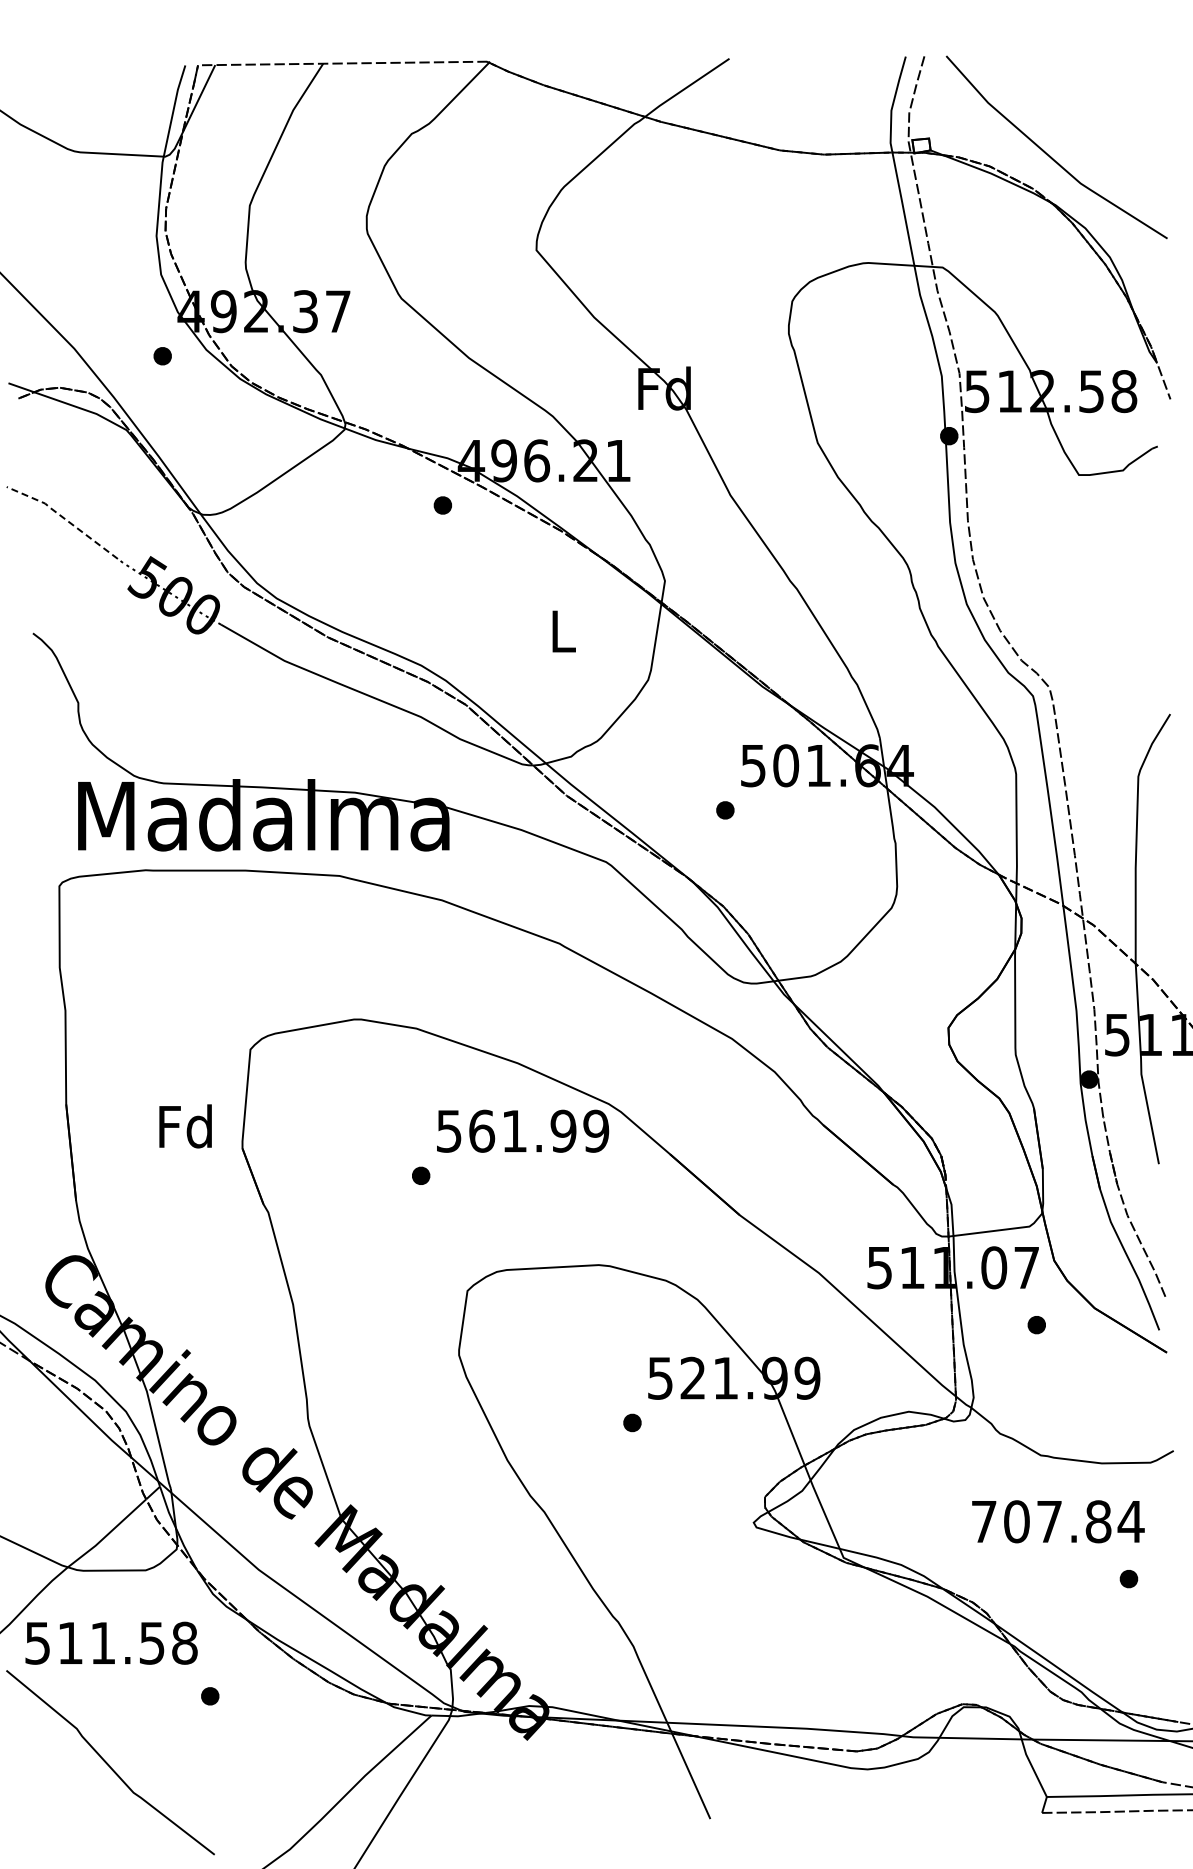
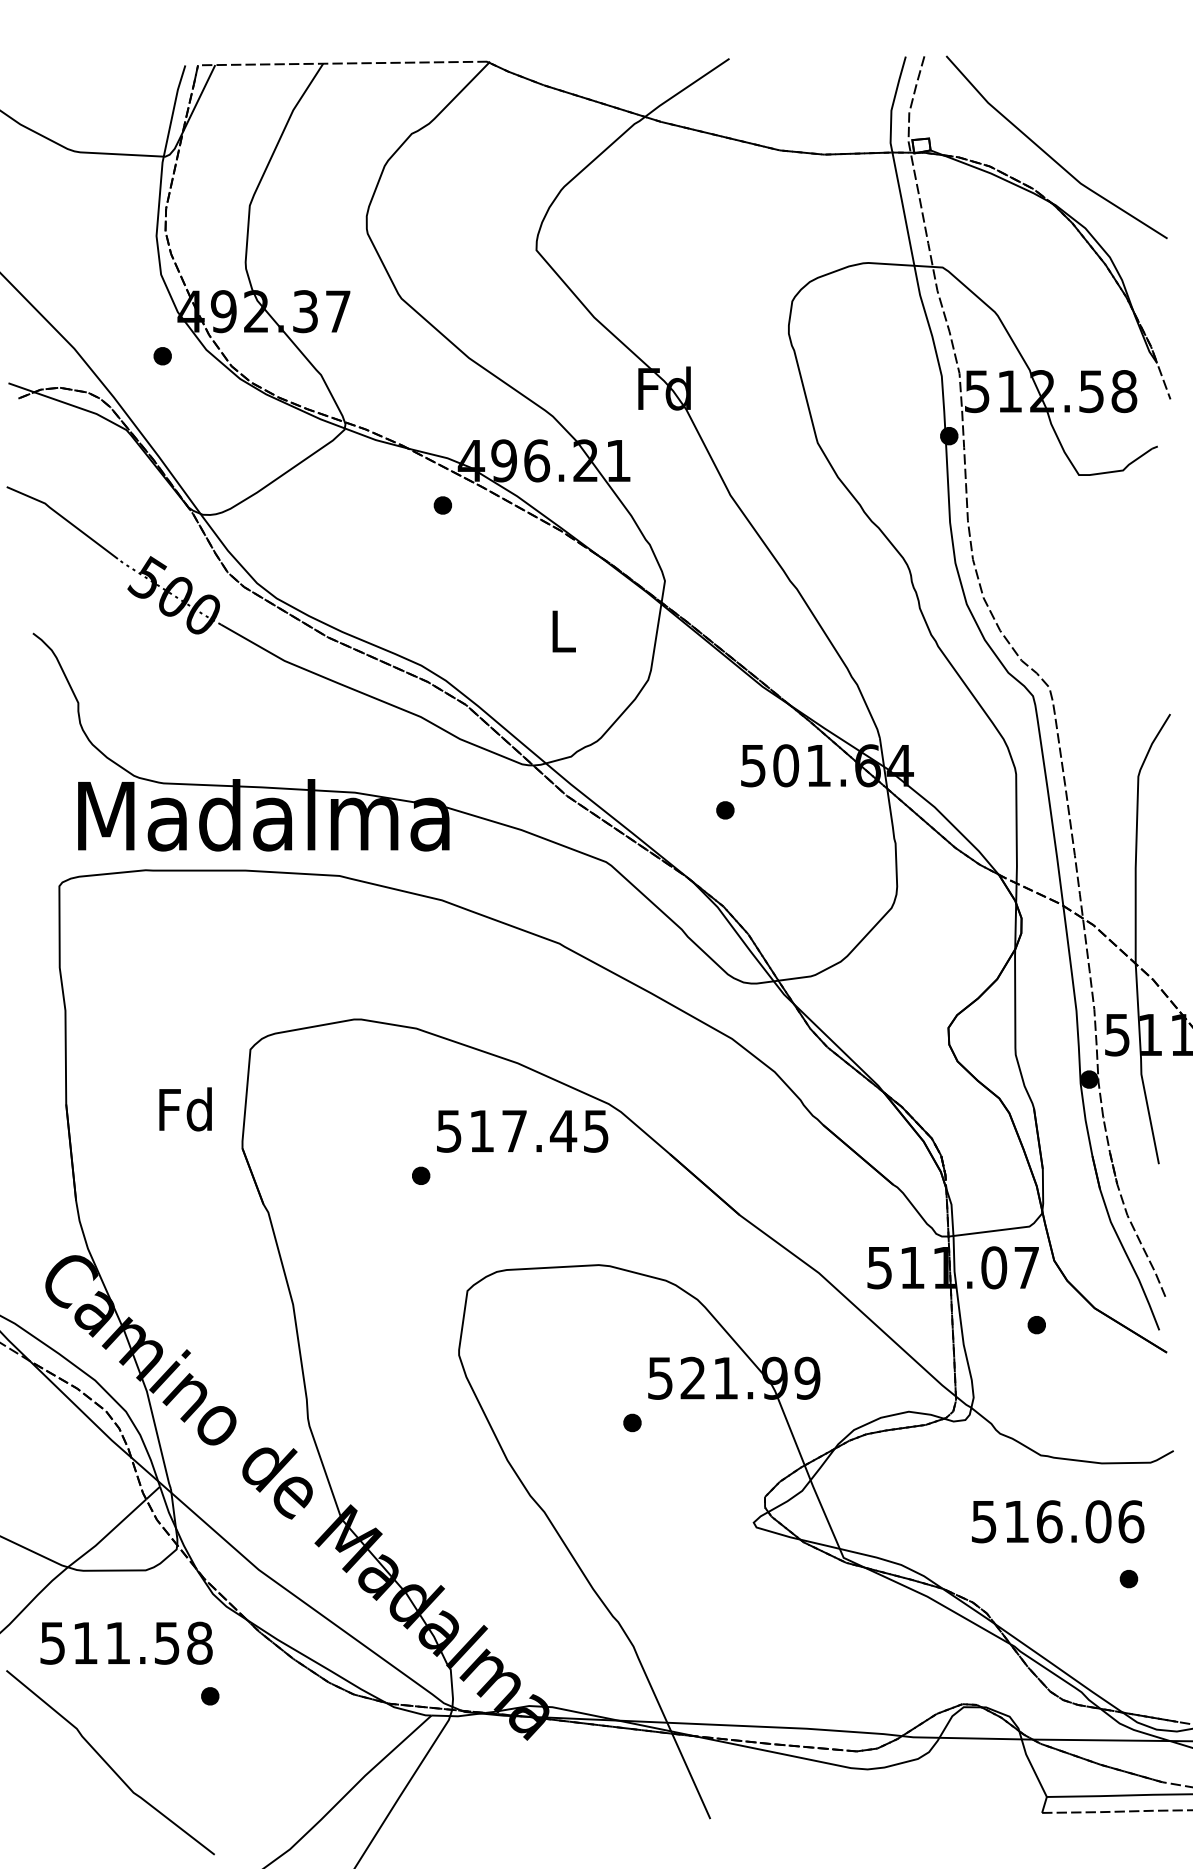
line at (63, 518): dashed -> solid
text at (185, 1126) position: (185, 1126) -> (185, 1109)
text at (539, 1130): 561.99 -> 517.45
text at (1058, 1521): 707.84 -> 516.06
text at (111, 1642) position: (111, 1642) -> (126, 1642)
